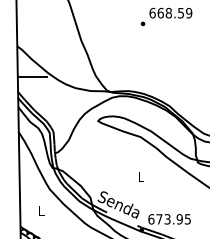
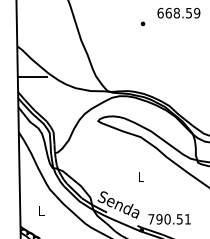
text at (170, 12) position: (170, 12) -> (178, 12)
text at (169, 219): 673.95 -> 790.51
